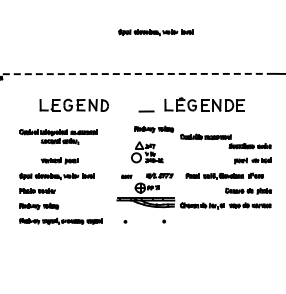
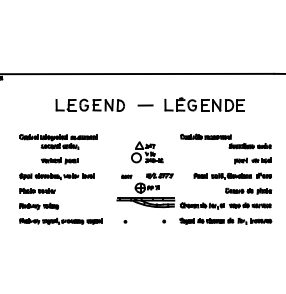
part at (155, 32): present -> none
line at (136, 74): dashed -> solid
part at (73, 104) position: (73, 104) -> (89, 104)
line at (146, 111) position: (146, 111) -> (145, 105)
part at (154, 129): present -> none
part at (58, 136) position: (58, 136) -> (58, 141)
part at (224, 175) position: (224, 175) -> (232, 175)
part at (225, 220): none -> present
